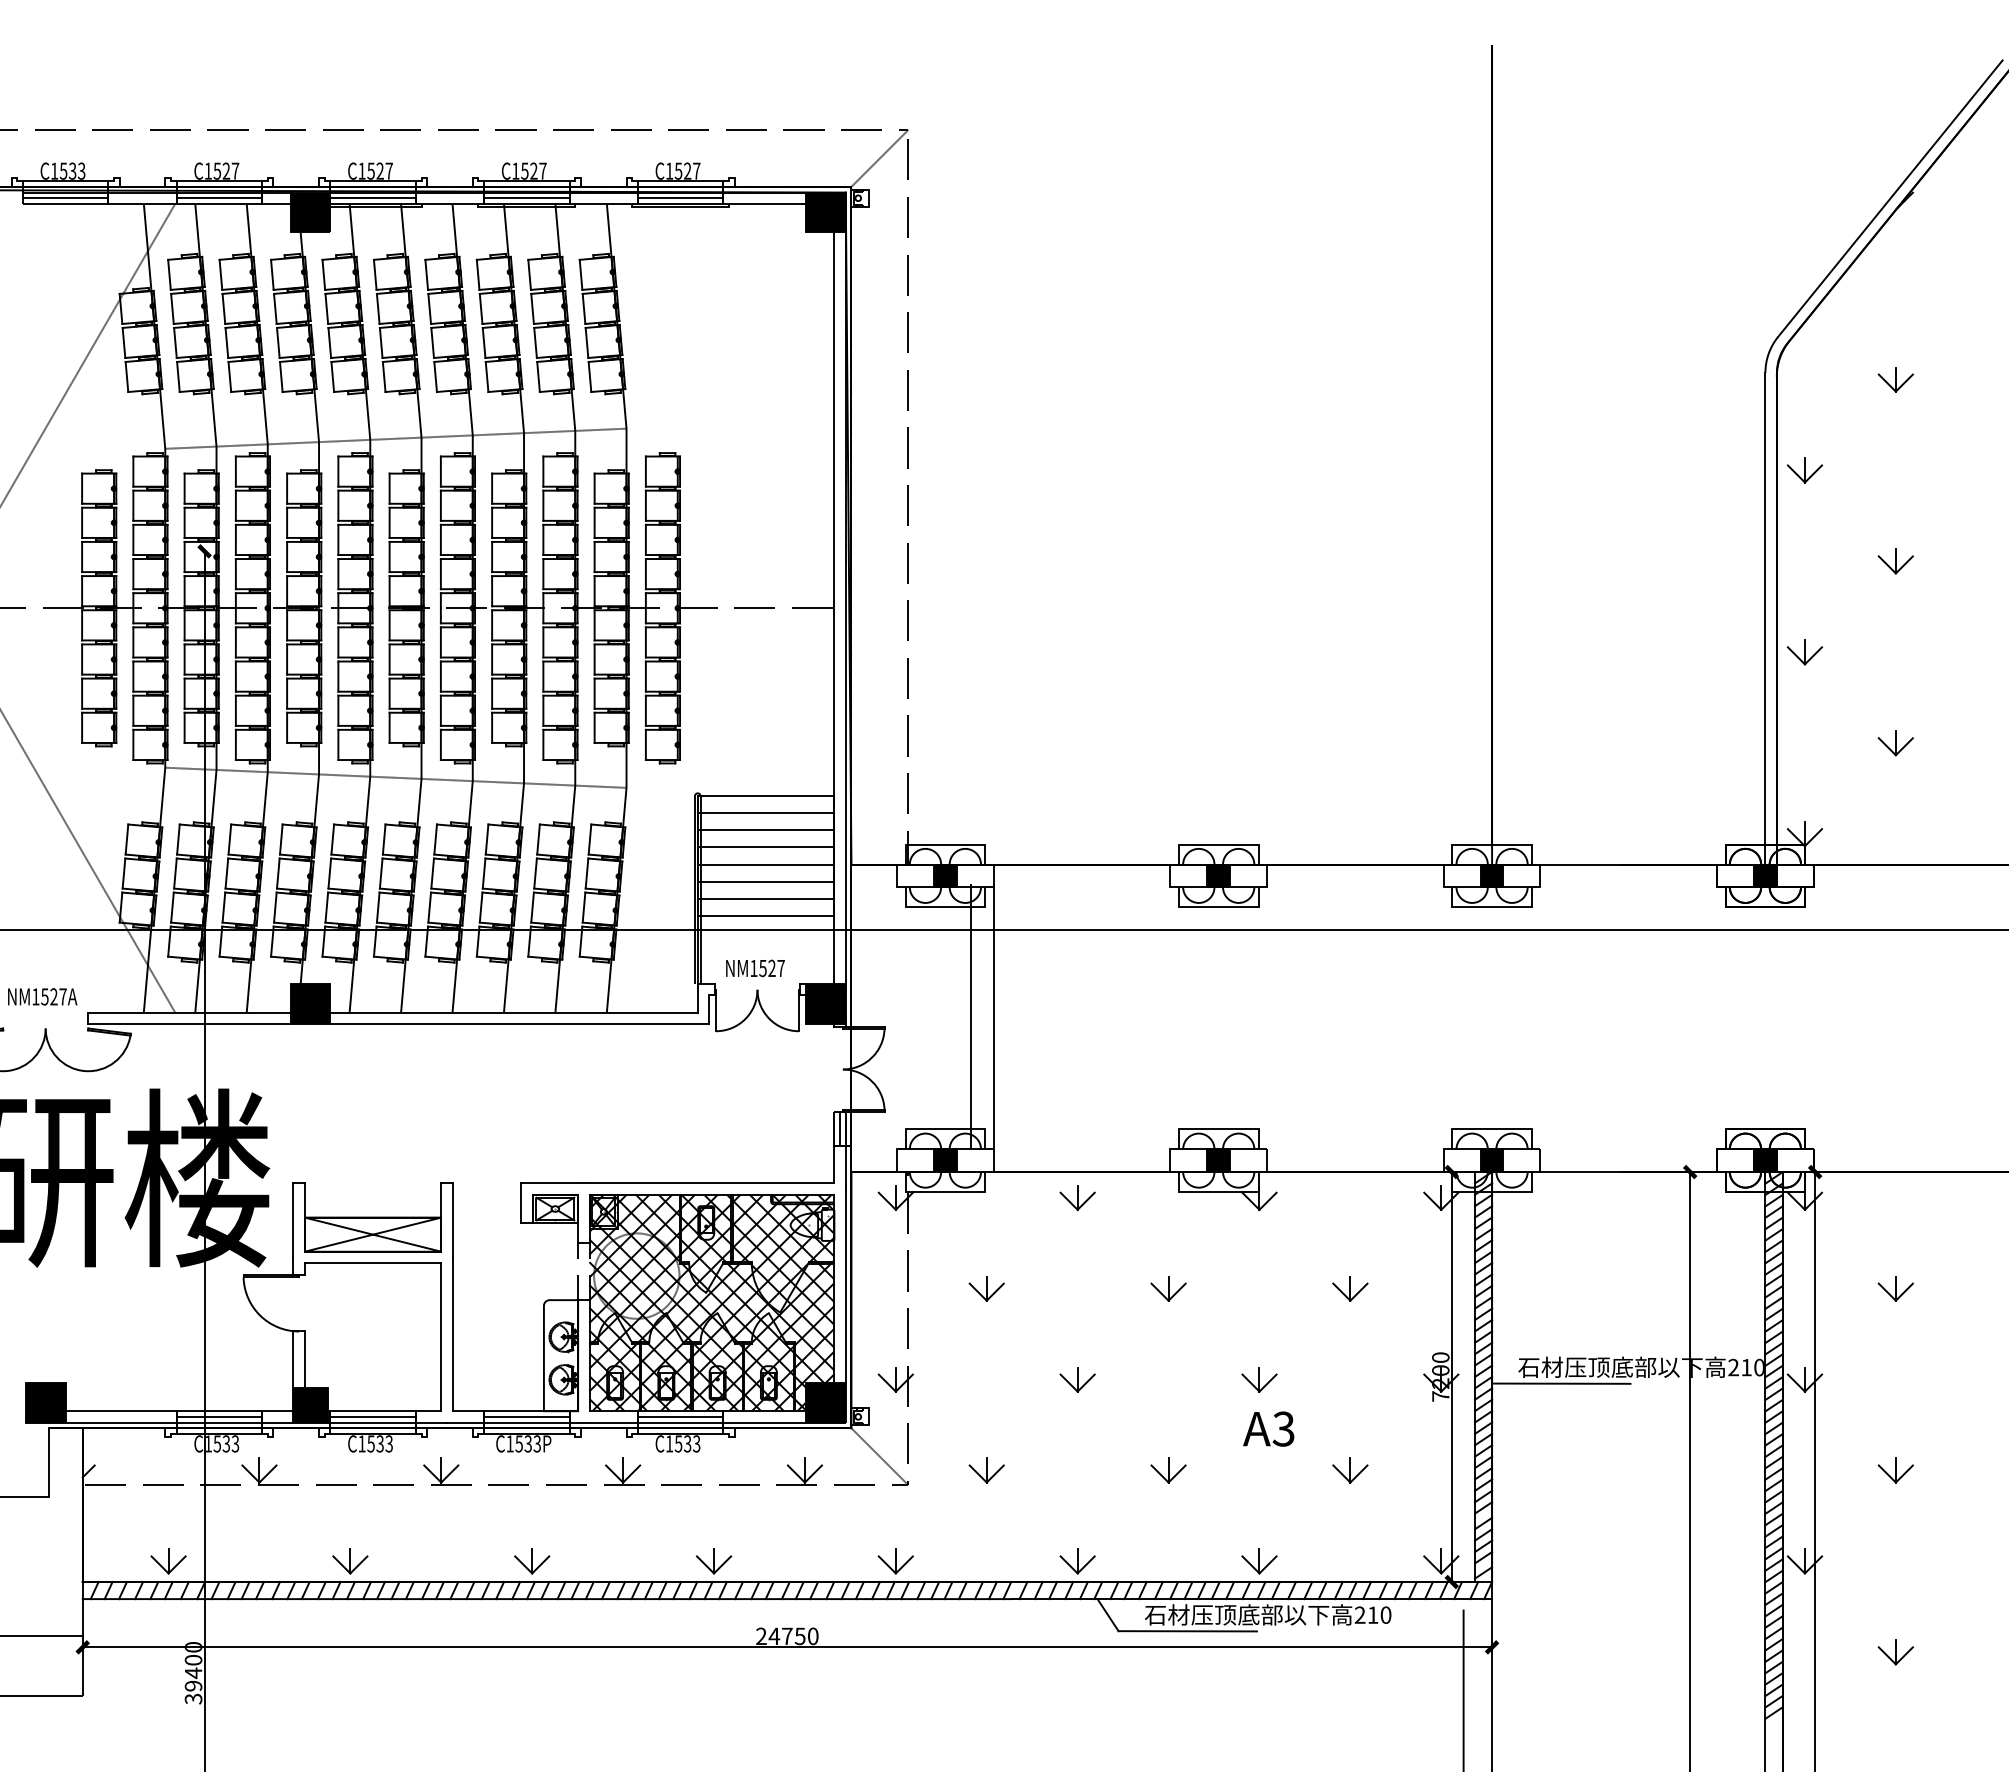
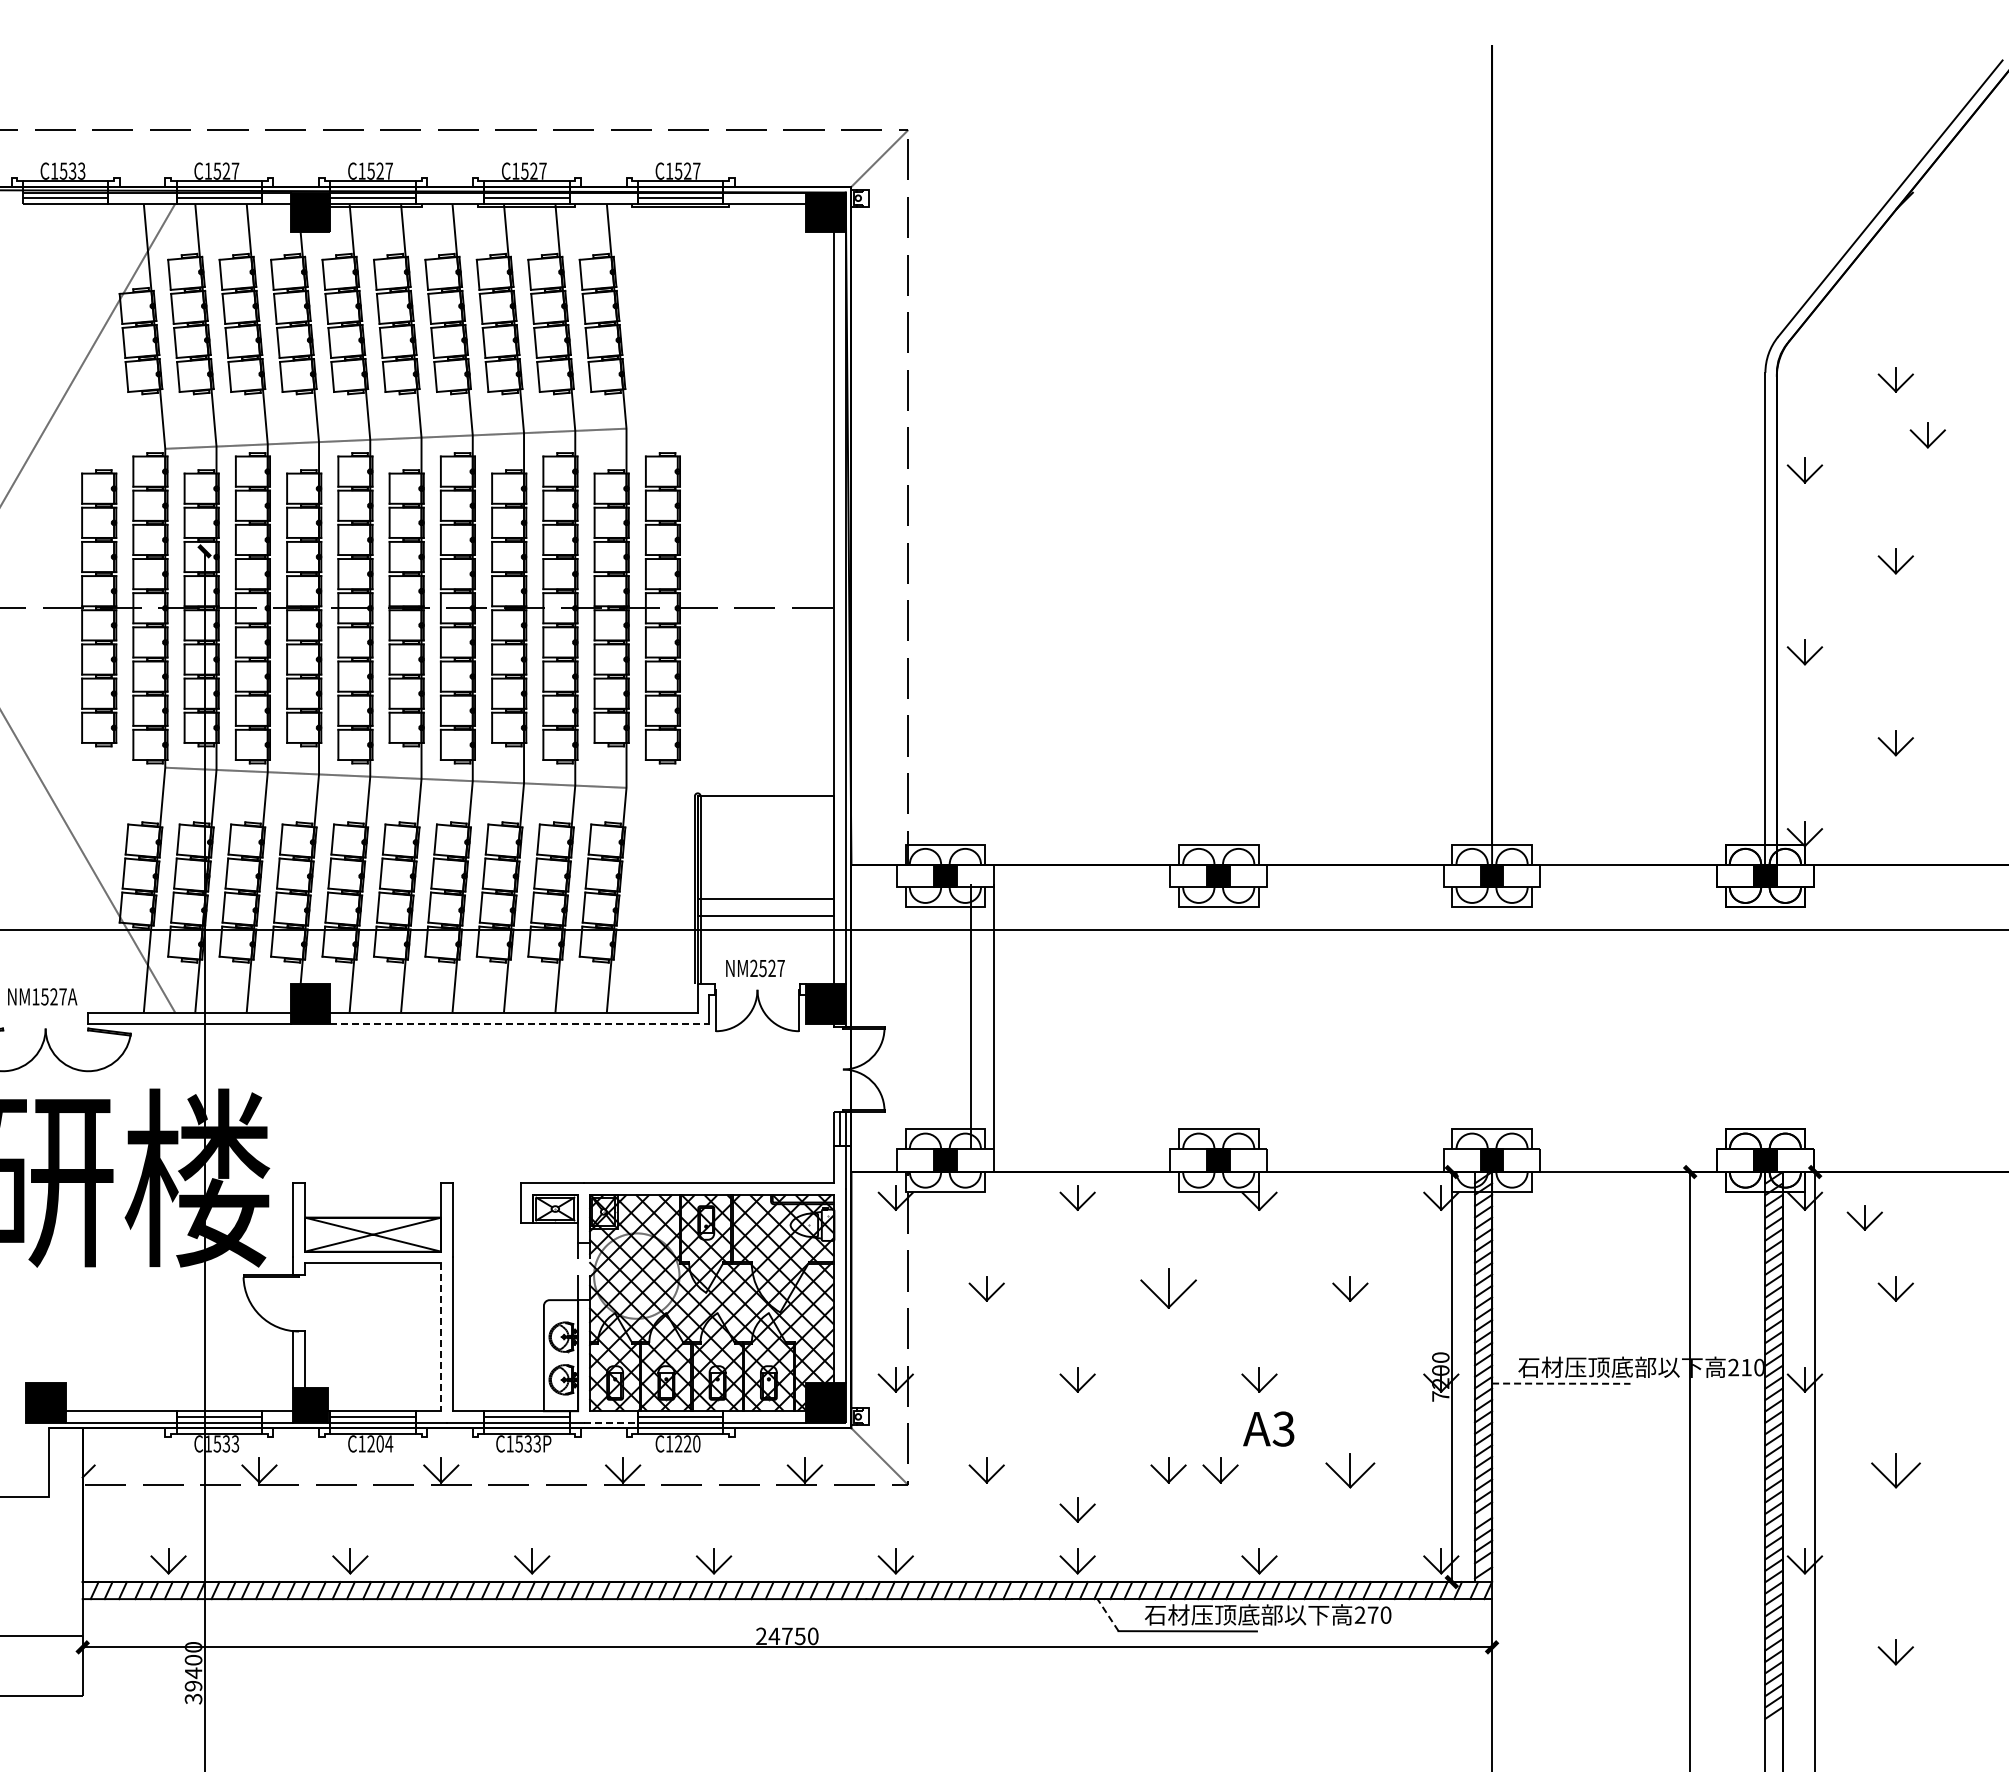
part at (1927, 435): none -> present
line at (765, 813): present -> none
line at (765, 830): present -> none
line at (765, 847): present -> none
line at (765, 864): present -> none
line at (765, 881): present -> none
text at (753, 967): NM1527 -> NM2527
line at (520, 1023): solid -> dashed
part at (1864, 1217): none -> present
part at (1168, 1288) size: 37x26 px -> 57x41 px
line at (441, 1337): solid -> dashed
line at (1561, 1383): solid -> dashed
line at (611, 1422): solid -> dashed
text at (380, 1443): C1533 -> C1204
text at (687, 1443): C1533 -> C1220
part at (1220, 1470): none -> present
part at (1350, 1470) size: 37x27 px -> 51x36 px
part at (1895, 1470) size: 37x27 px -> 50x36 px
part at (1077, 1509): none -> present
line at (1107, 1614): solid -> dashed
text at (1372, 1614): 210 -> 270
line at (1463, 1689): present -> none
